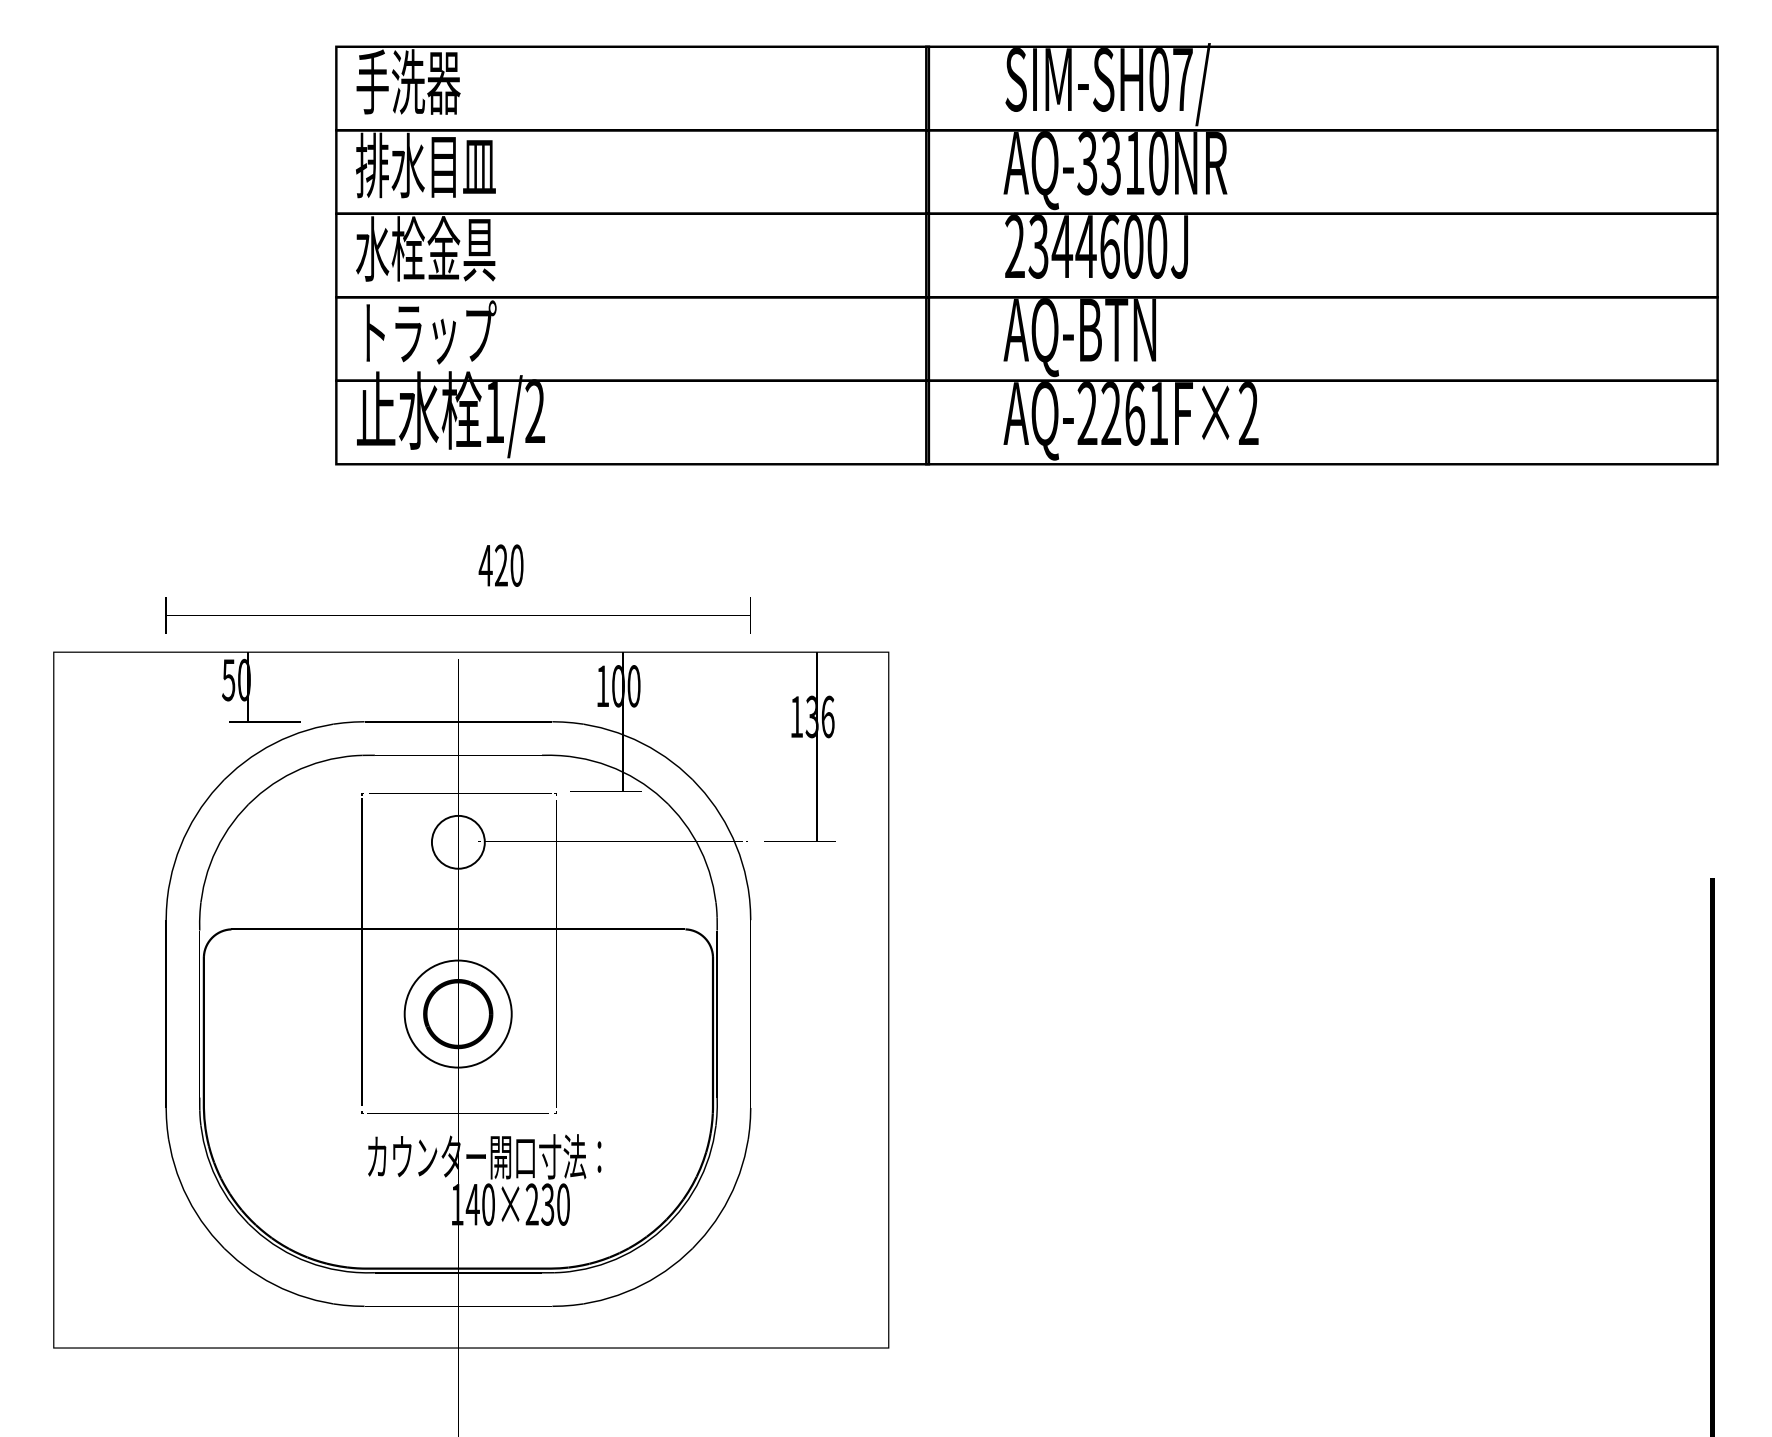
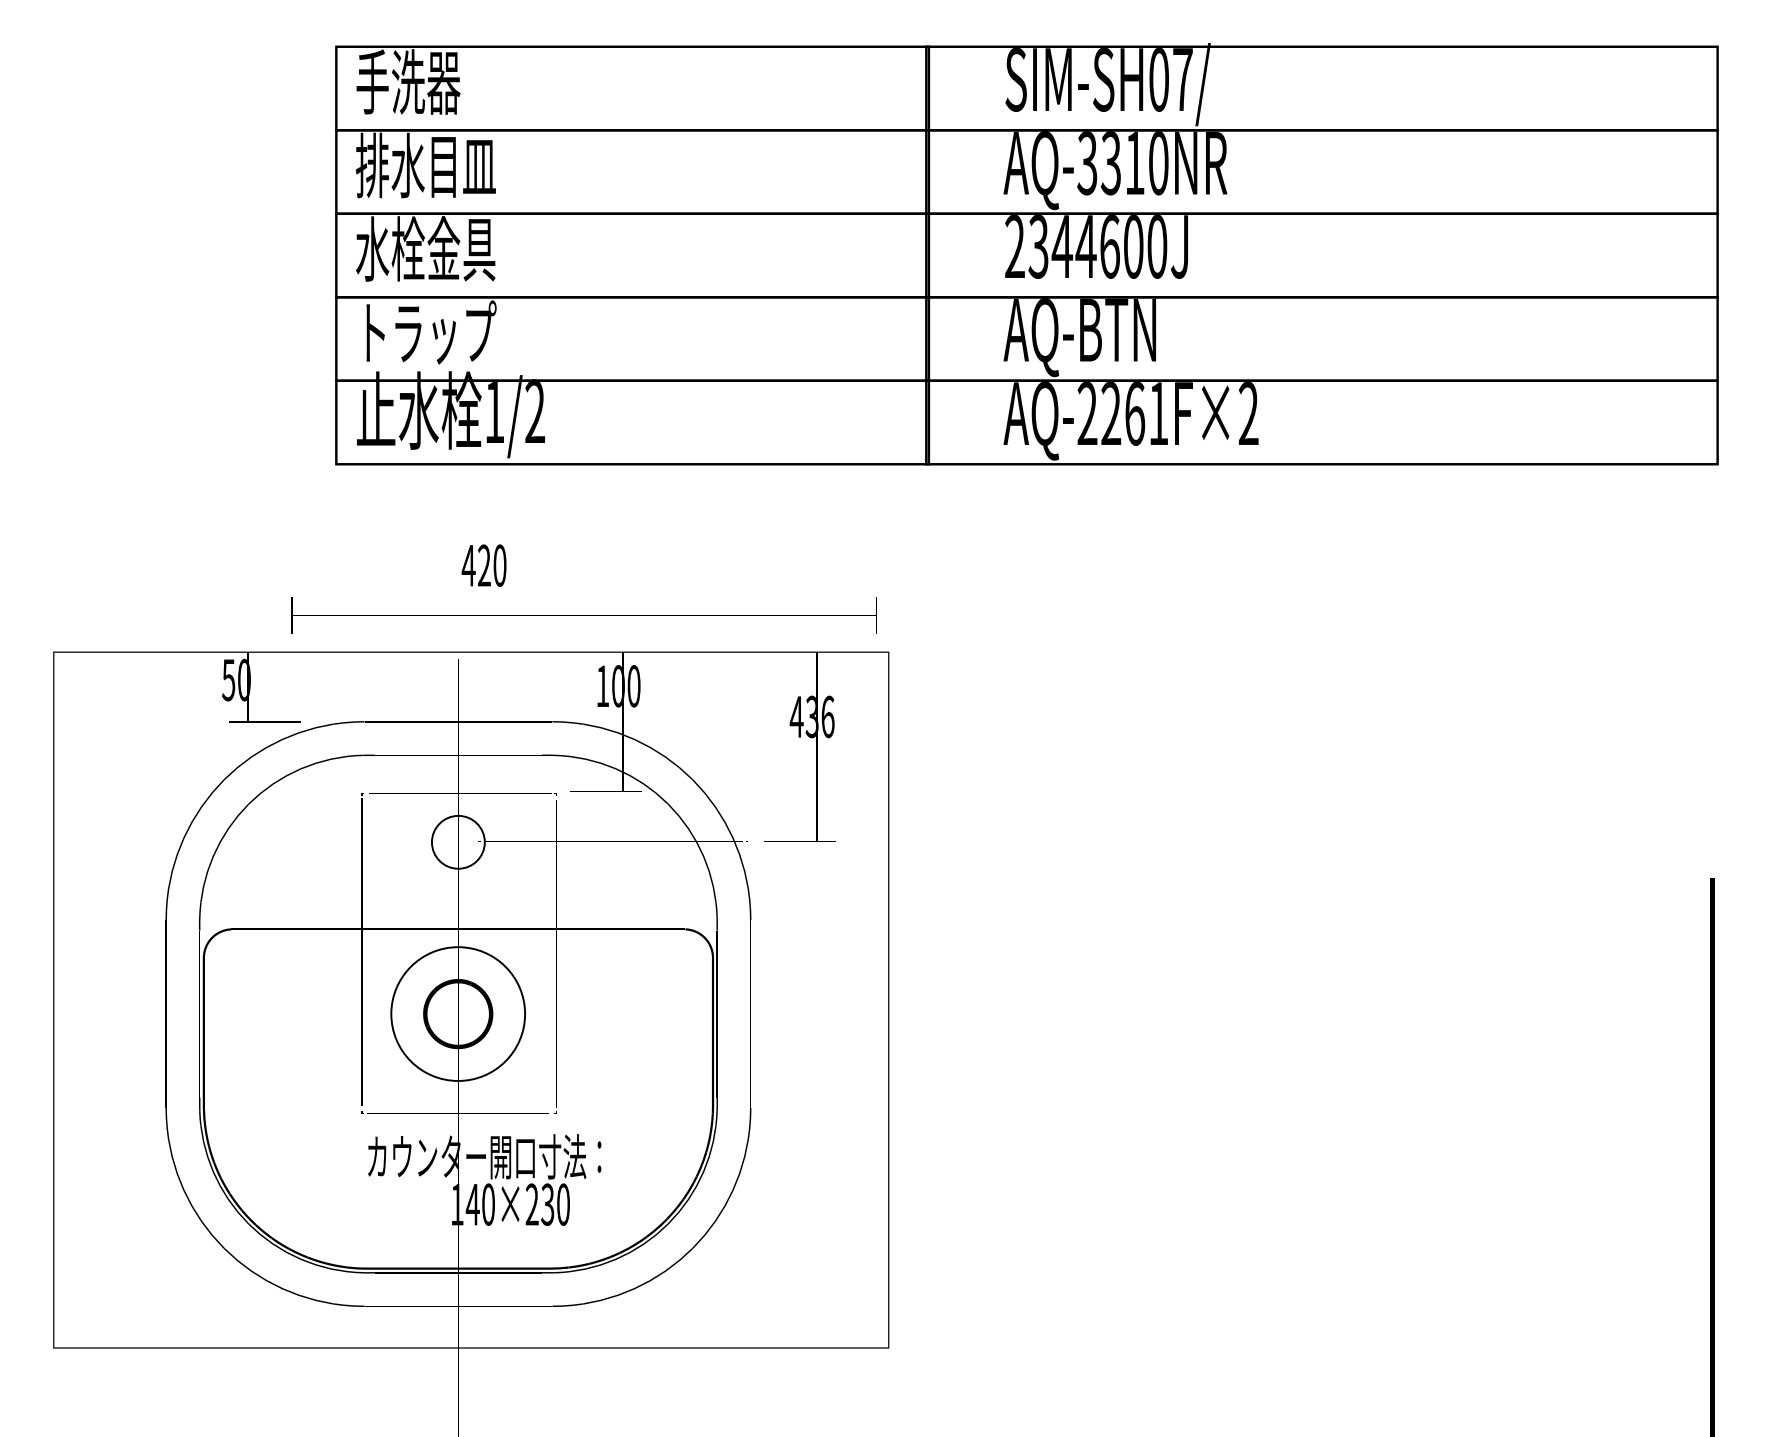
text at (500, 565) position: (500, 565) -> (483, 565)
part at (457, 615) position: (457, 615) -> (583, 615)
text at (796, 716): 136 -> 436
circle at (457, 1013) diameter: 107 px -> 134 px
